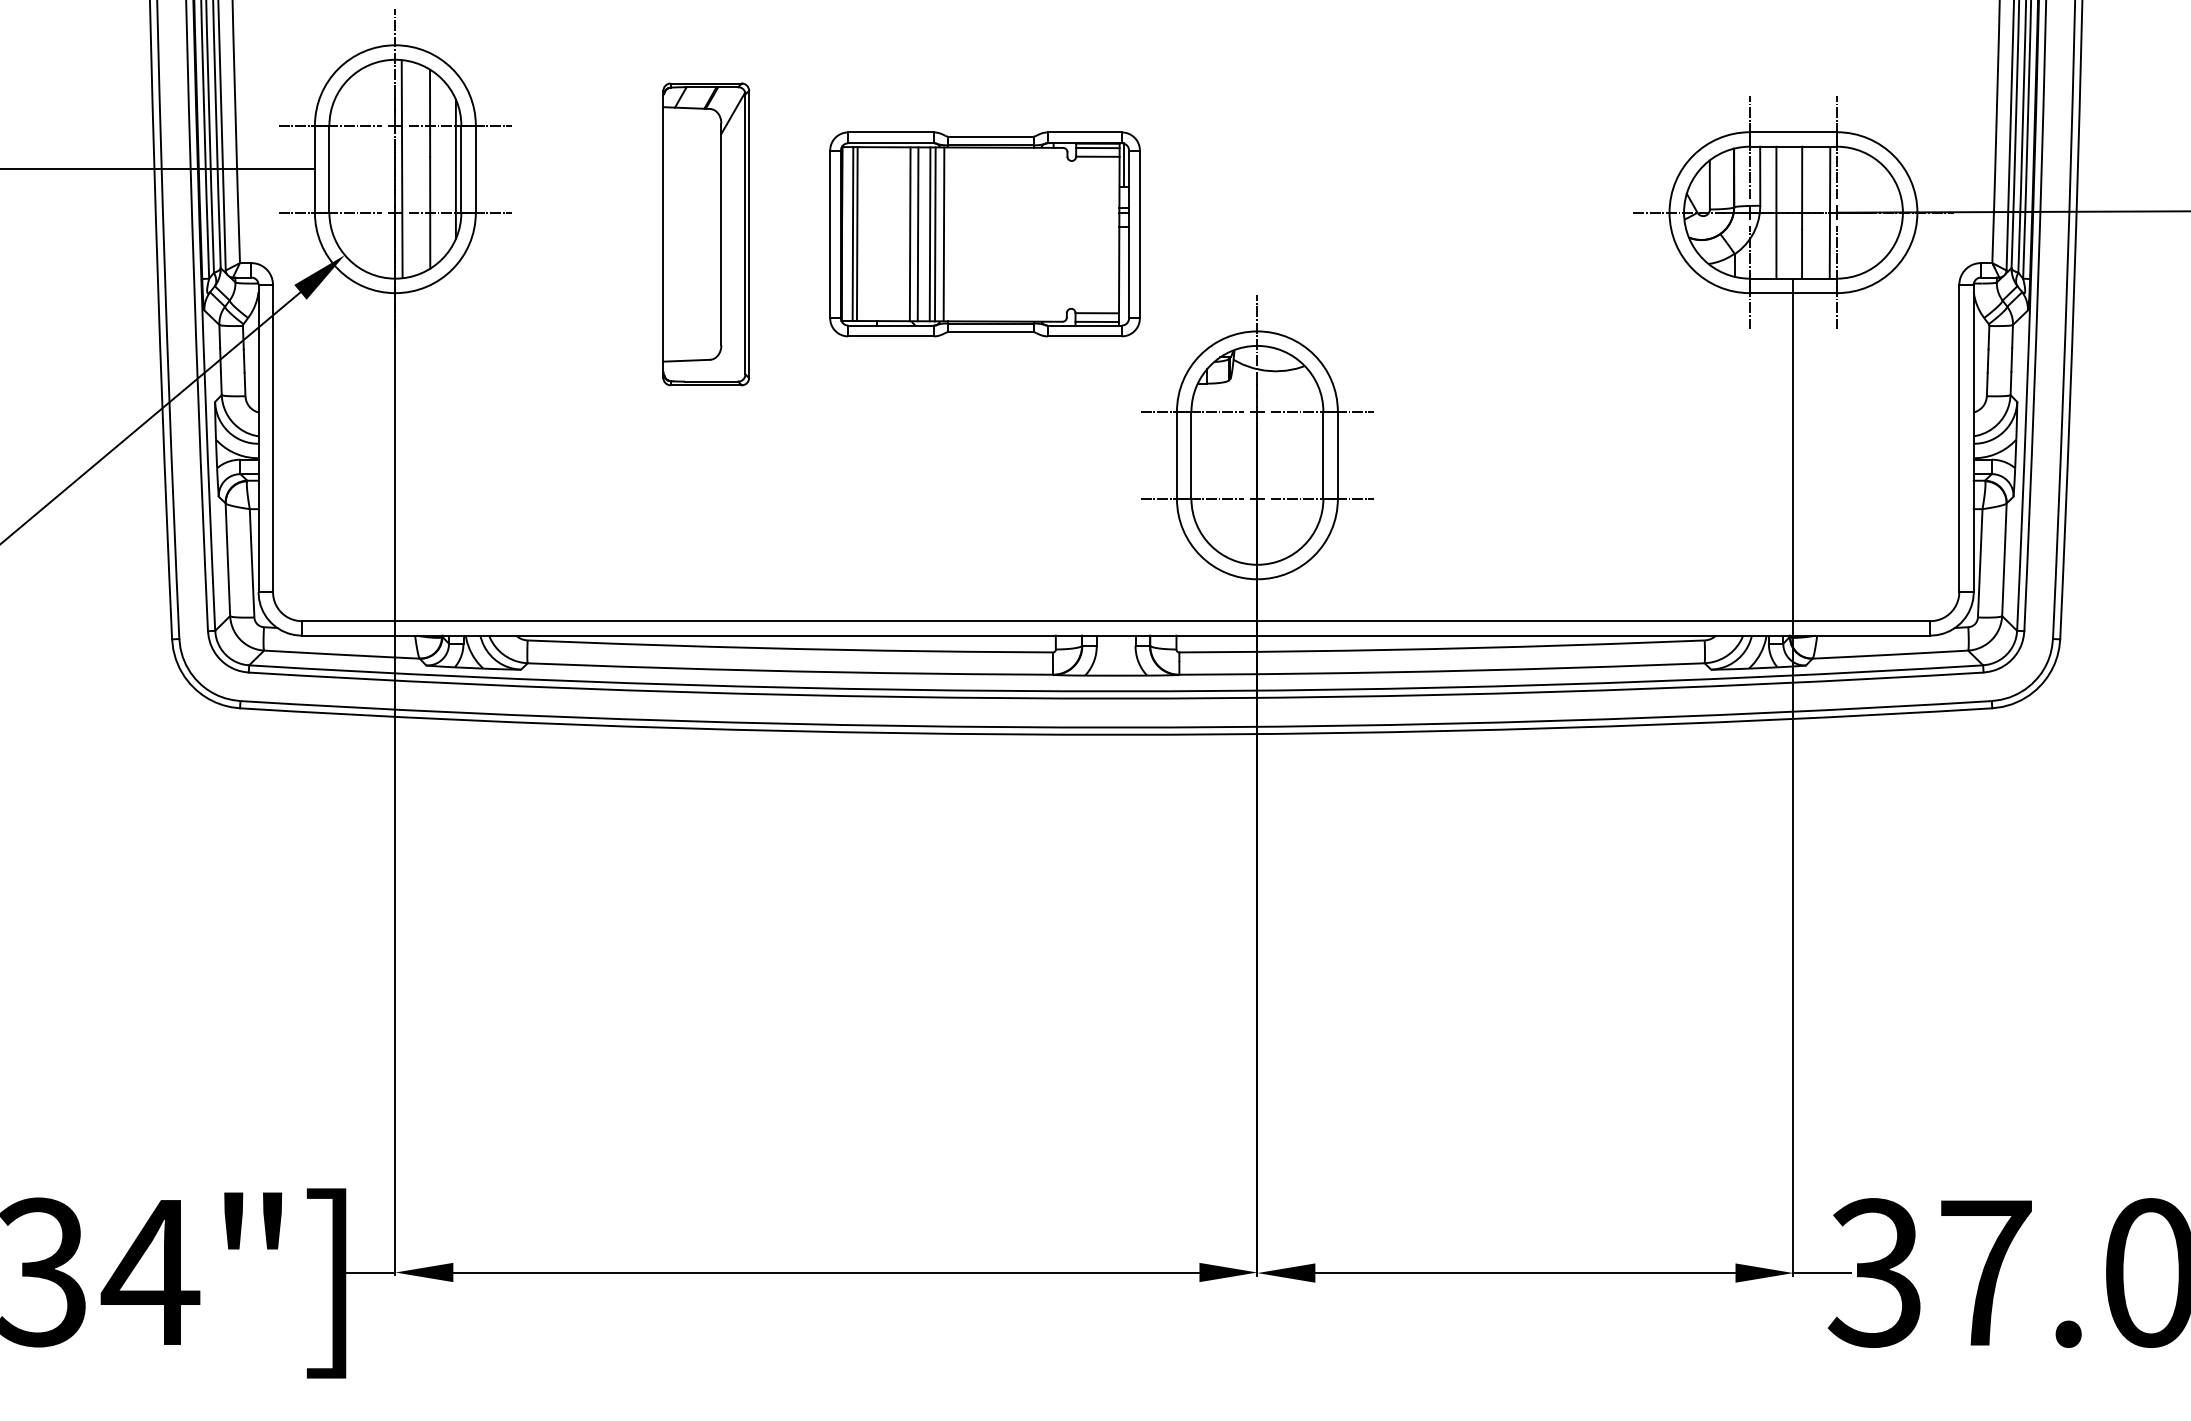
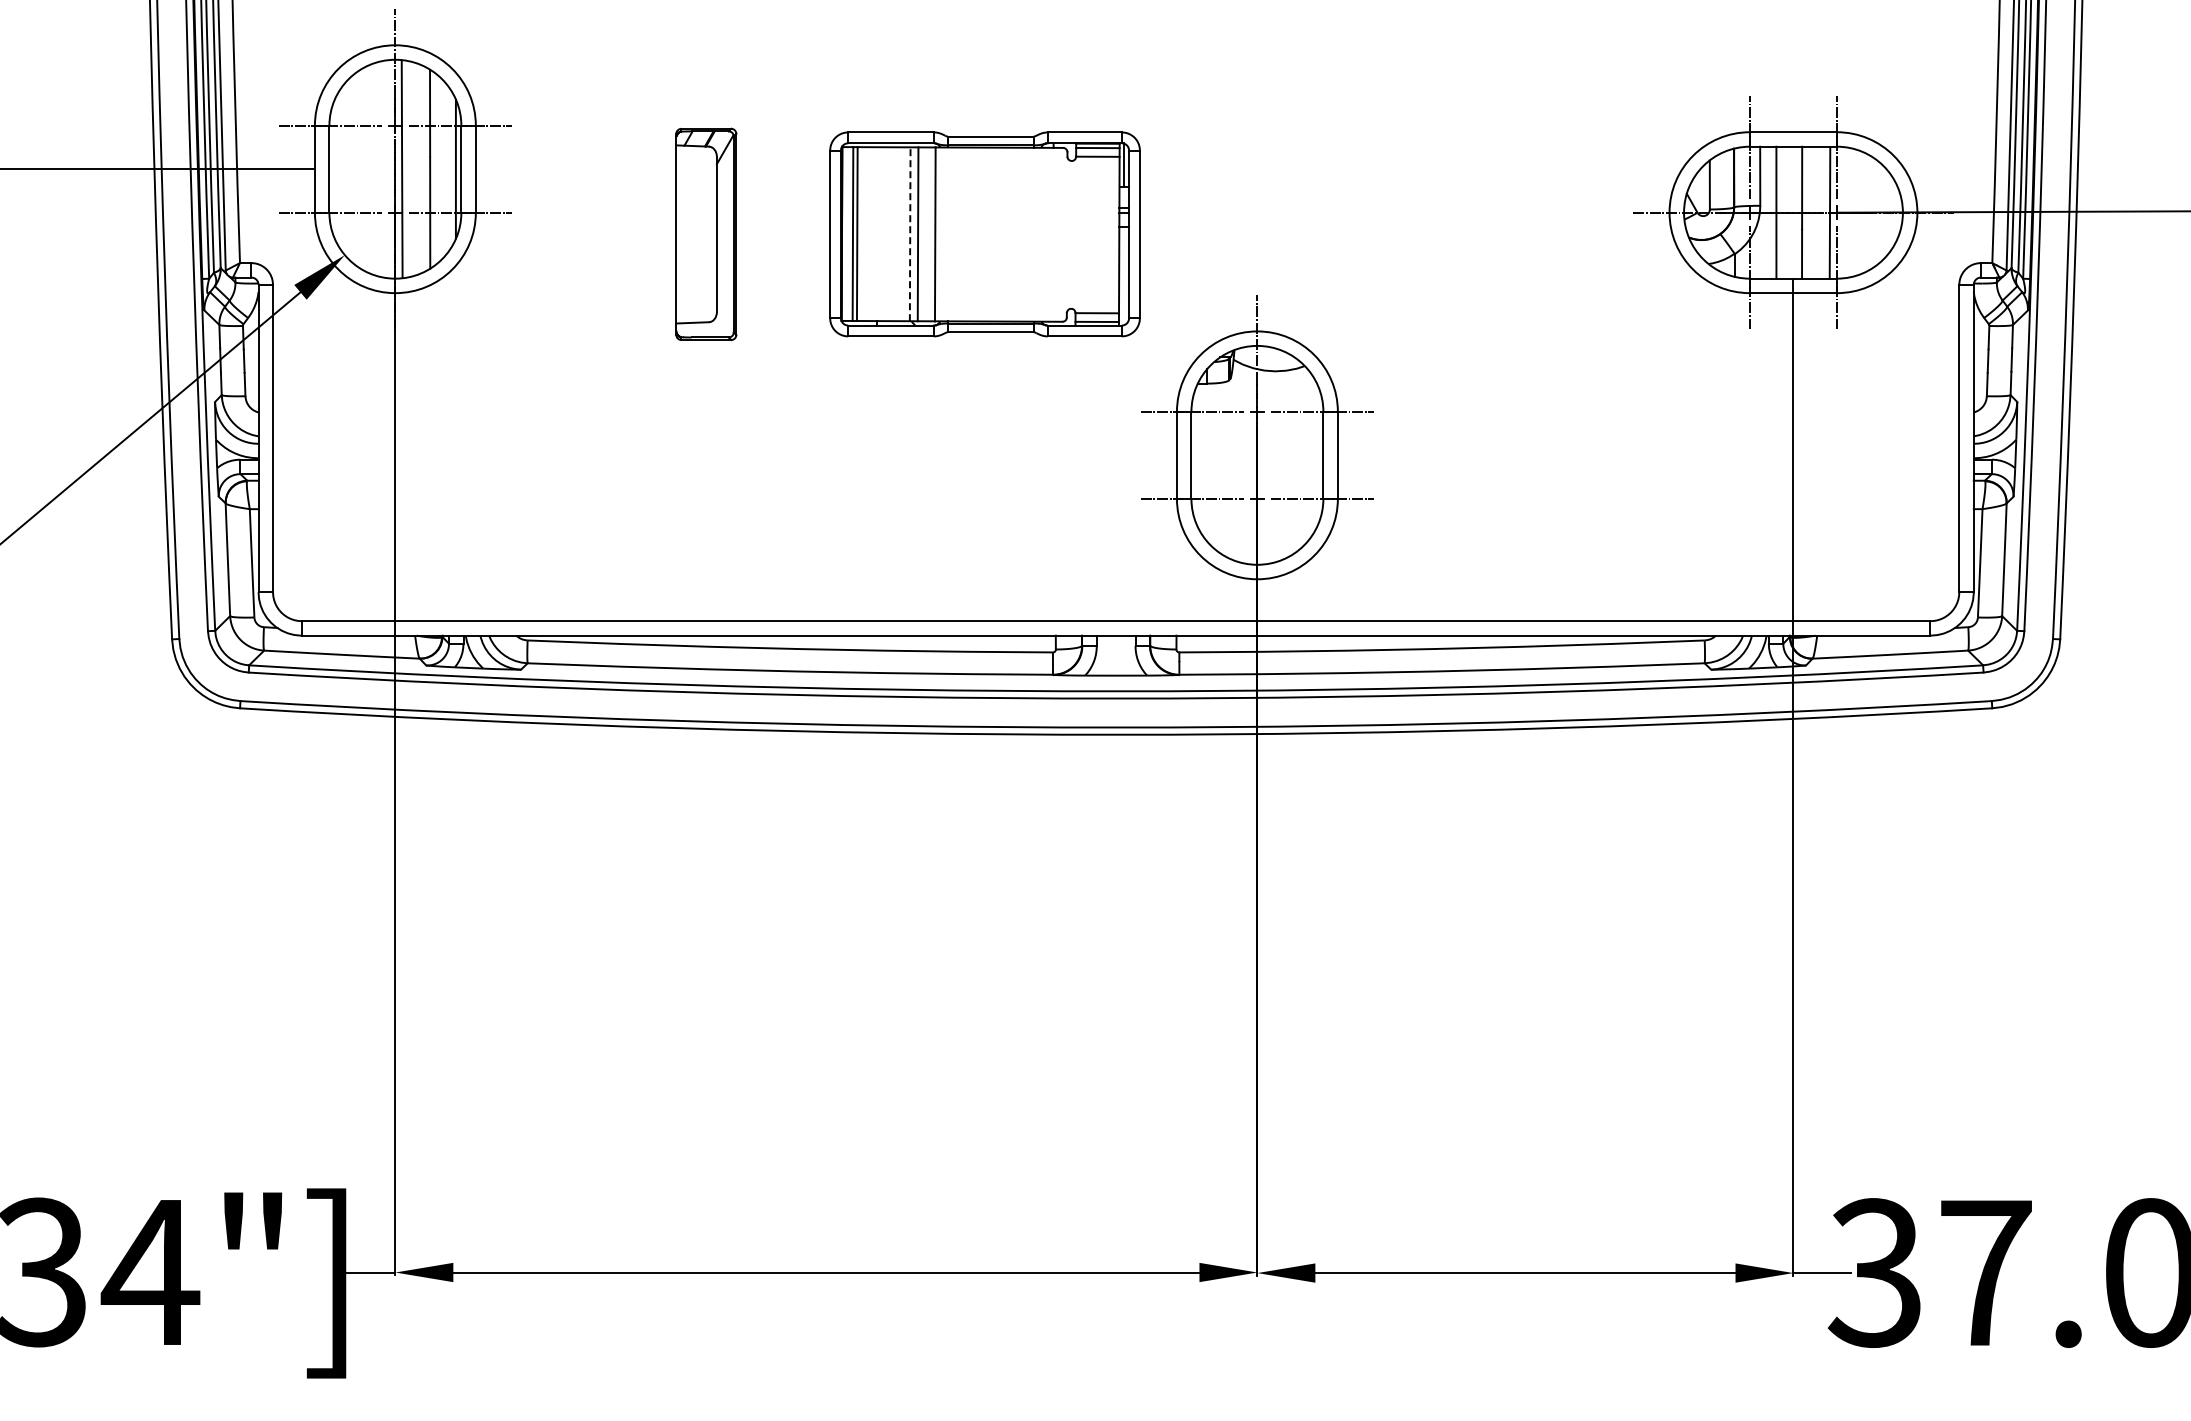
part at (706, 234) size: 89x305 px -> 63x215 px
line at (910, 234): solid -> dashed
line at (929, 234): present -> none
line at (943, 234): present -> none
